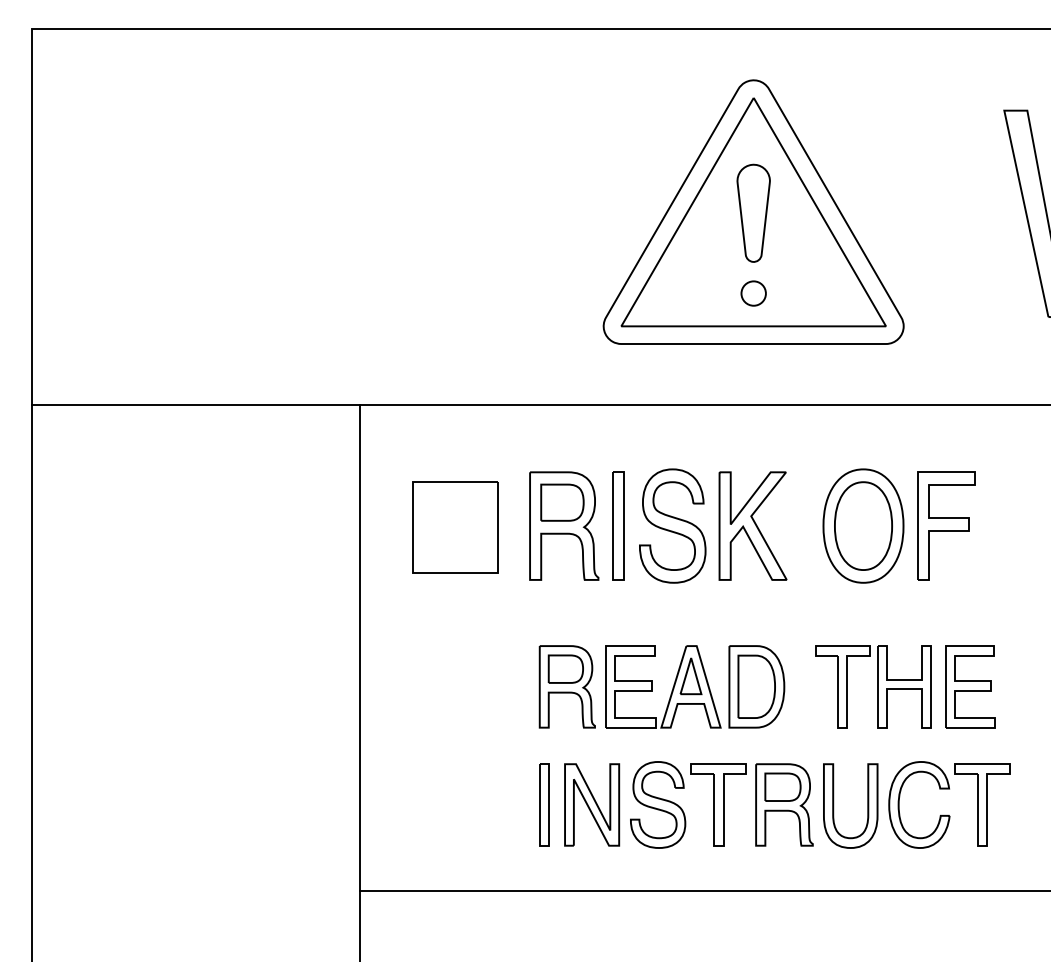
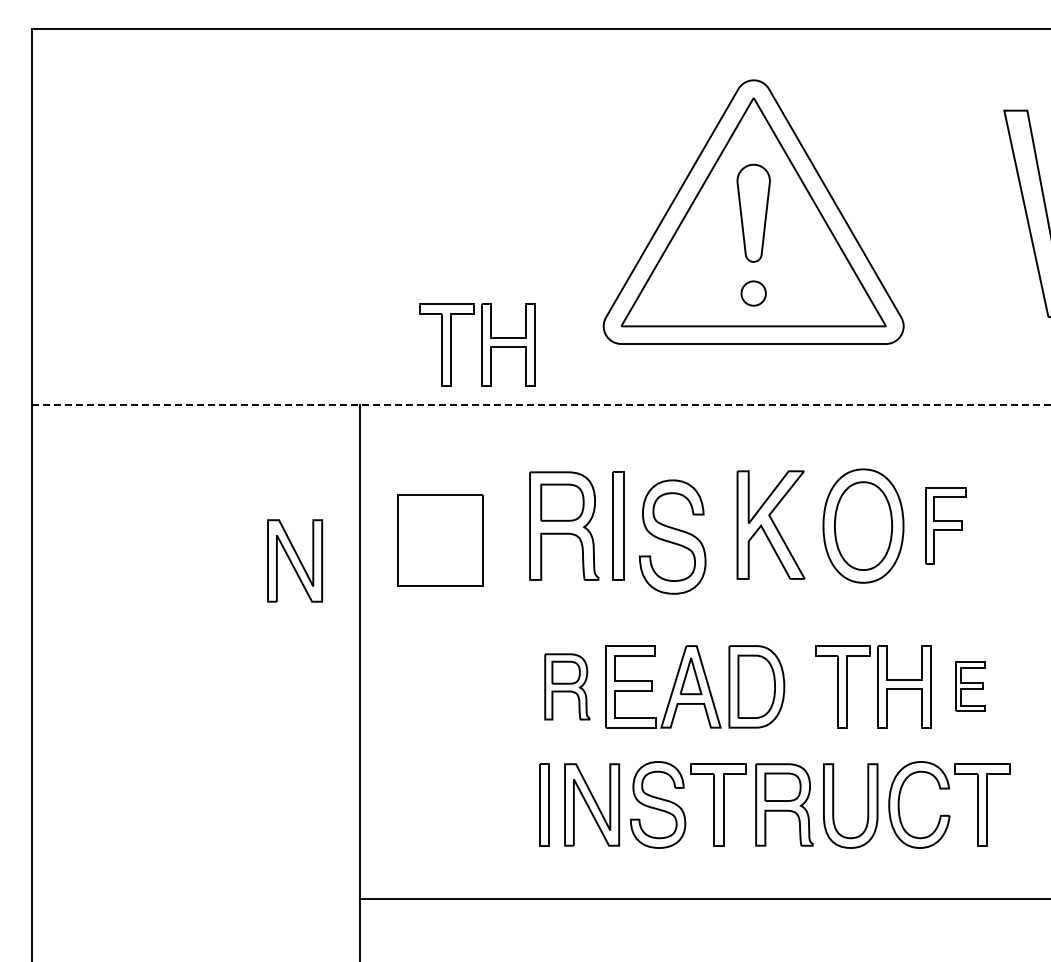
part at (477, 344): none -> present
line at (541, 404): solid -> dashed
part at (672, 525) position: (672, 525) -> (672, 536)
part at (752, 525) position: (752, 525) -> (770, 524)
part at (946, 525) size: 59x110 px -> 42x78 px
part at (455, 527) position: (455, 527) -> (440, 540)
part at (295, 560): none -> present
part at (566, 686) size: 58x84 px -> 47x68 px
part at (970, 686) size: 51x84 px -> 31x51 px
line at (703, 890) position: (703, 890) -> (703, 898)
